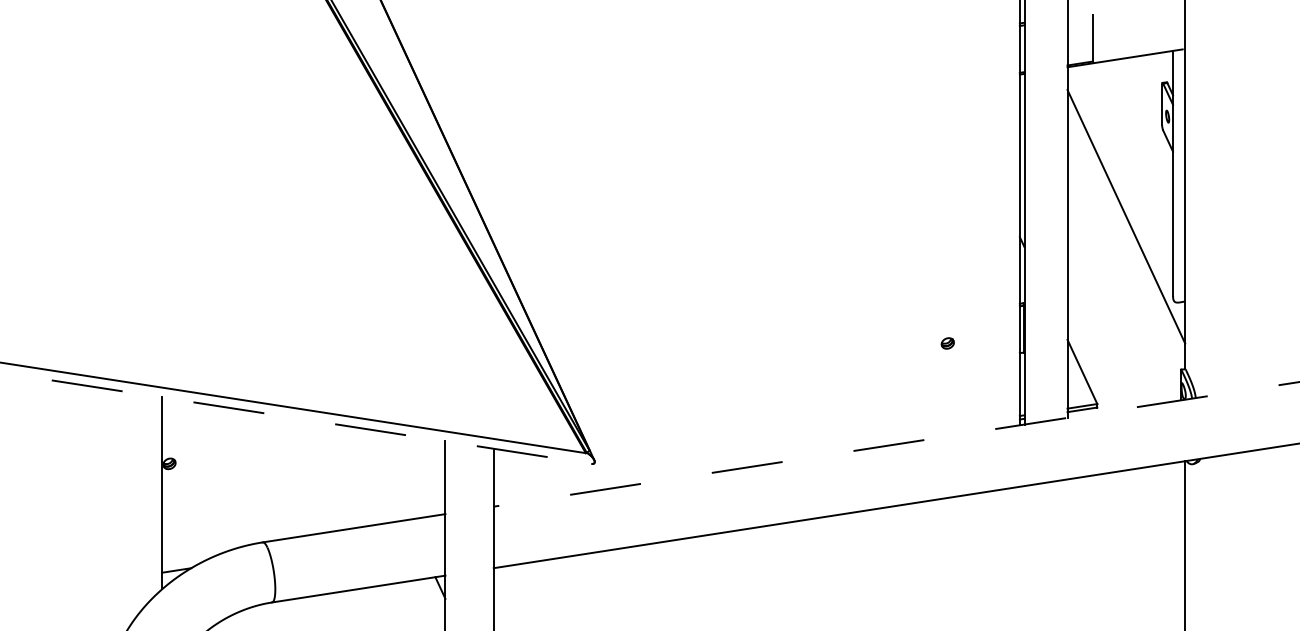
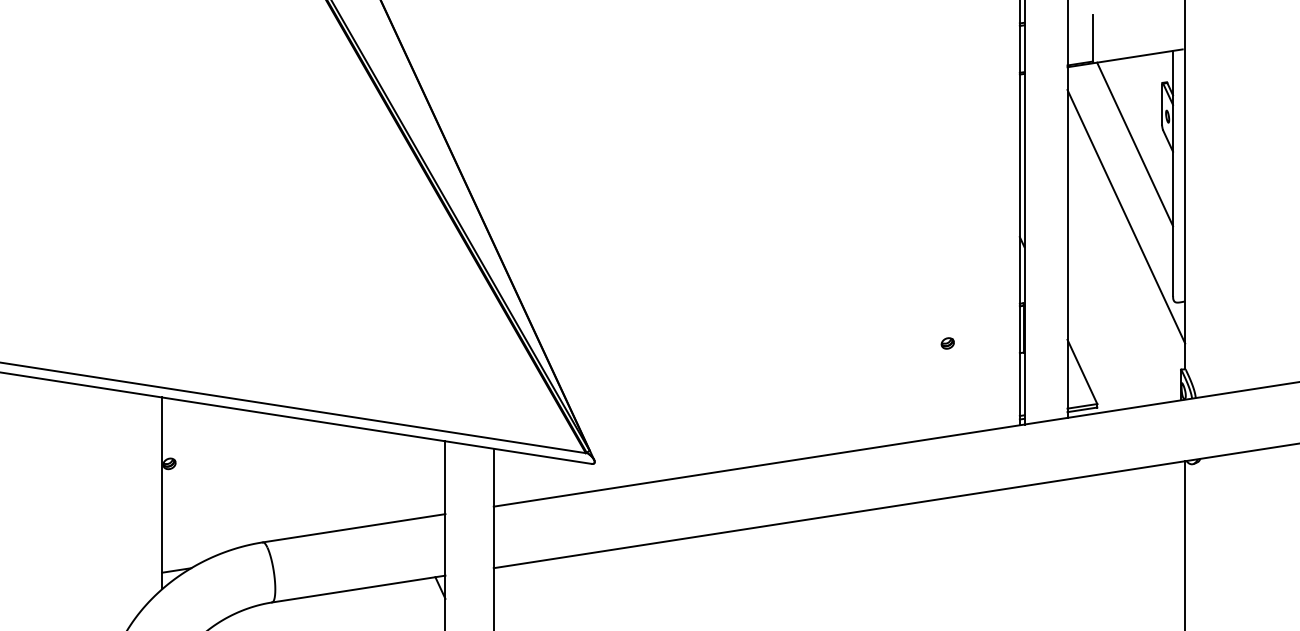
line at (1135, 144): none -> present
line at (296, 418): dashed -> solid
line at (896, 444): dashed -> solid
